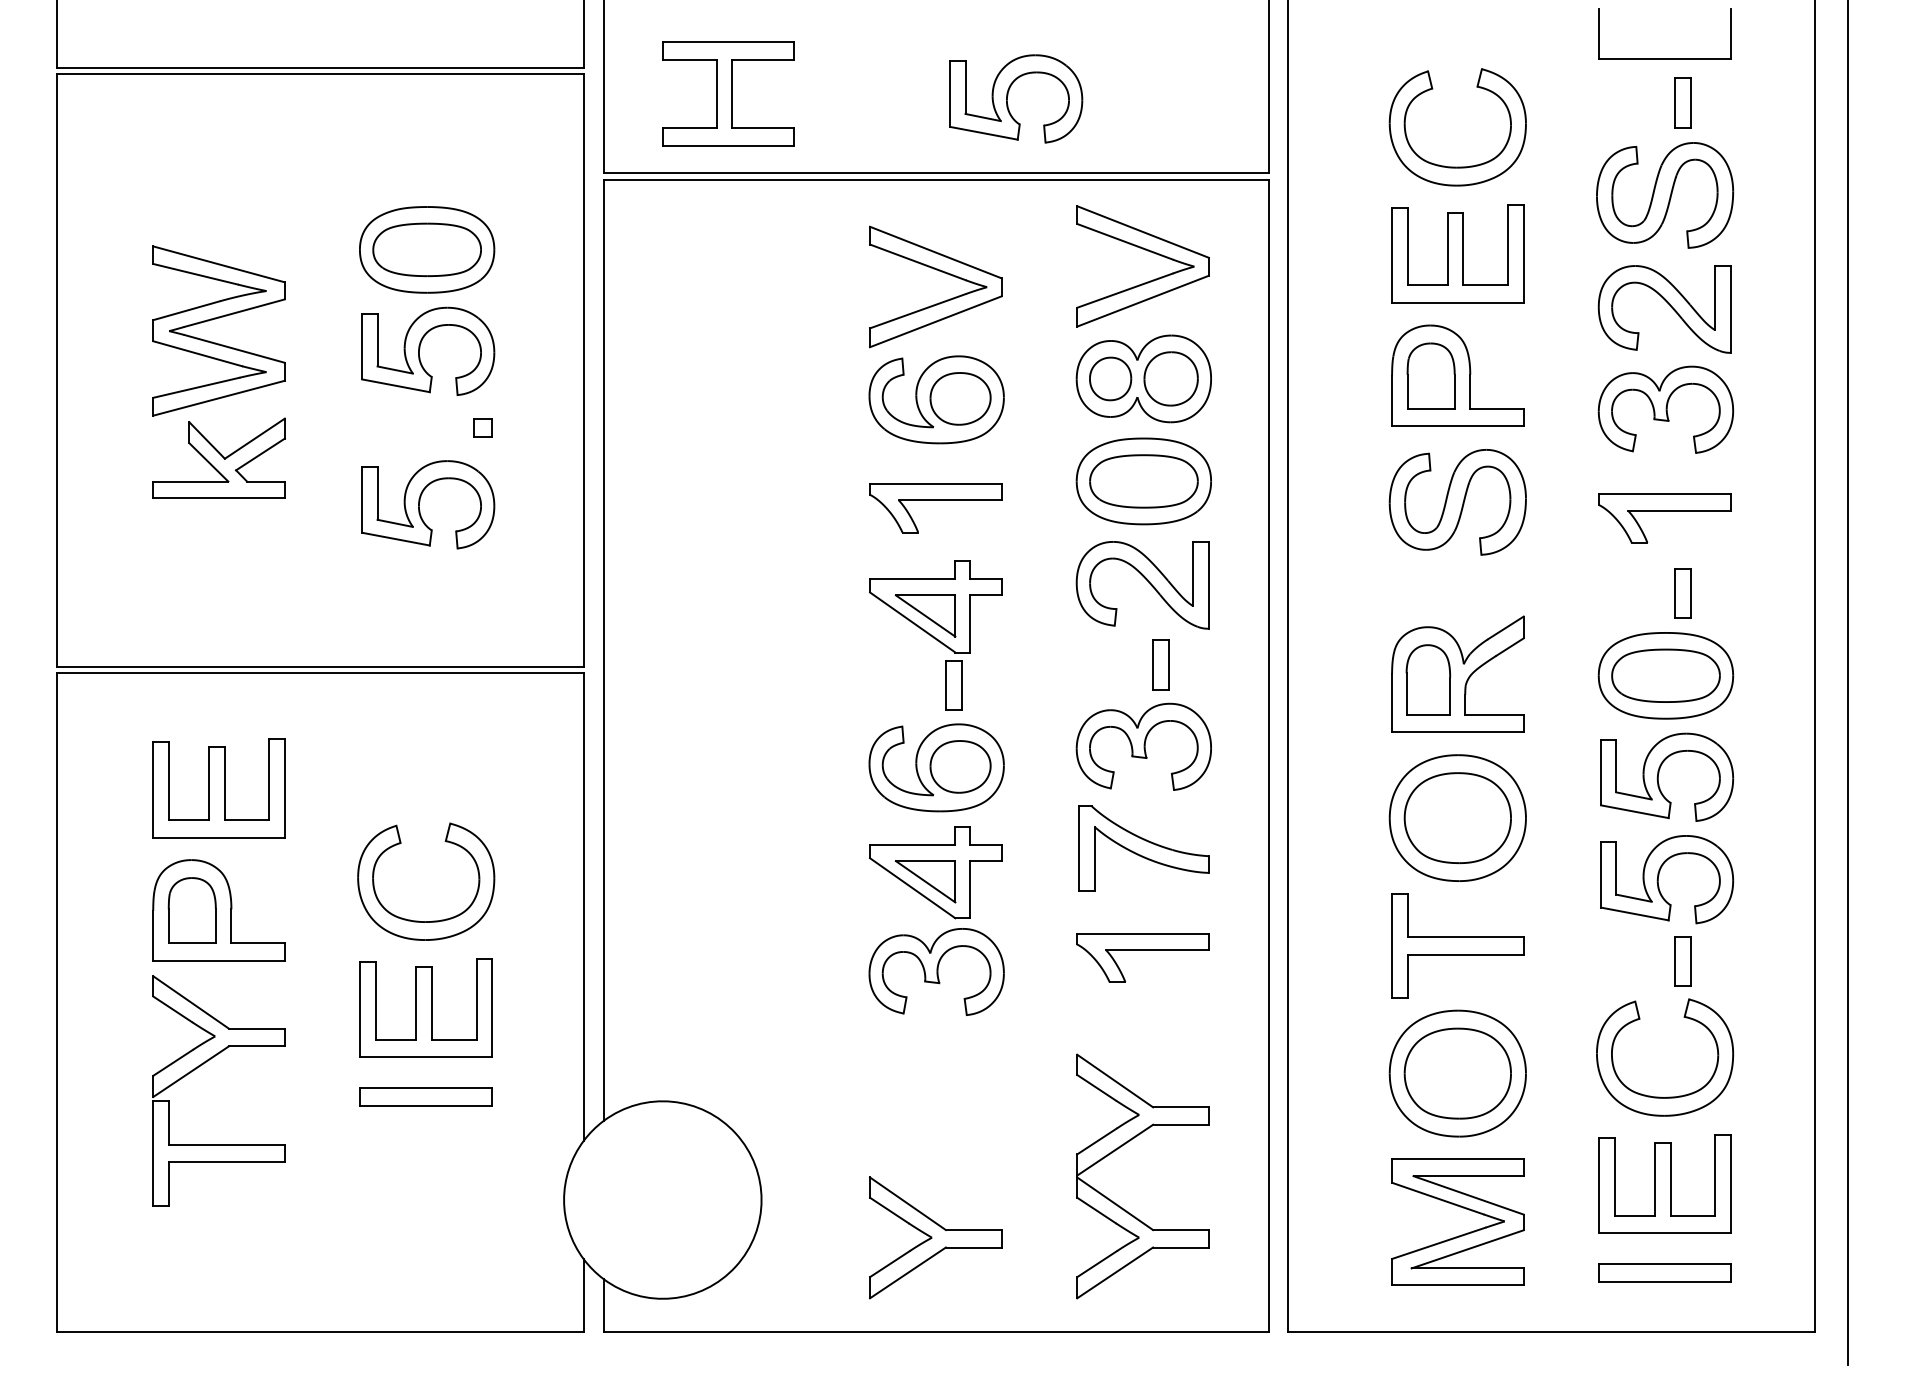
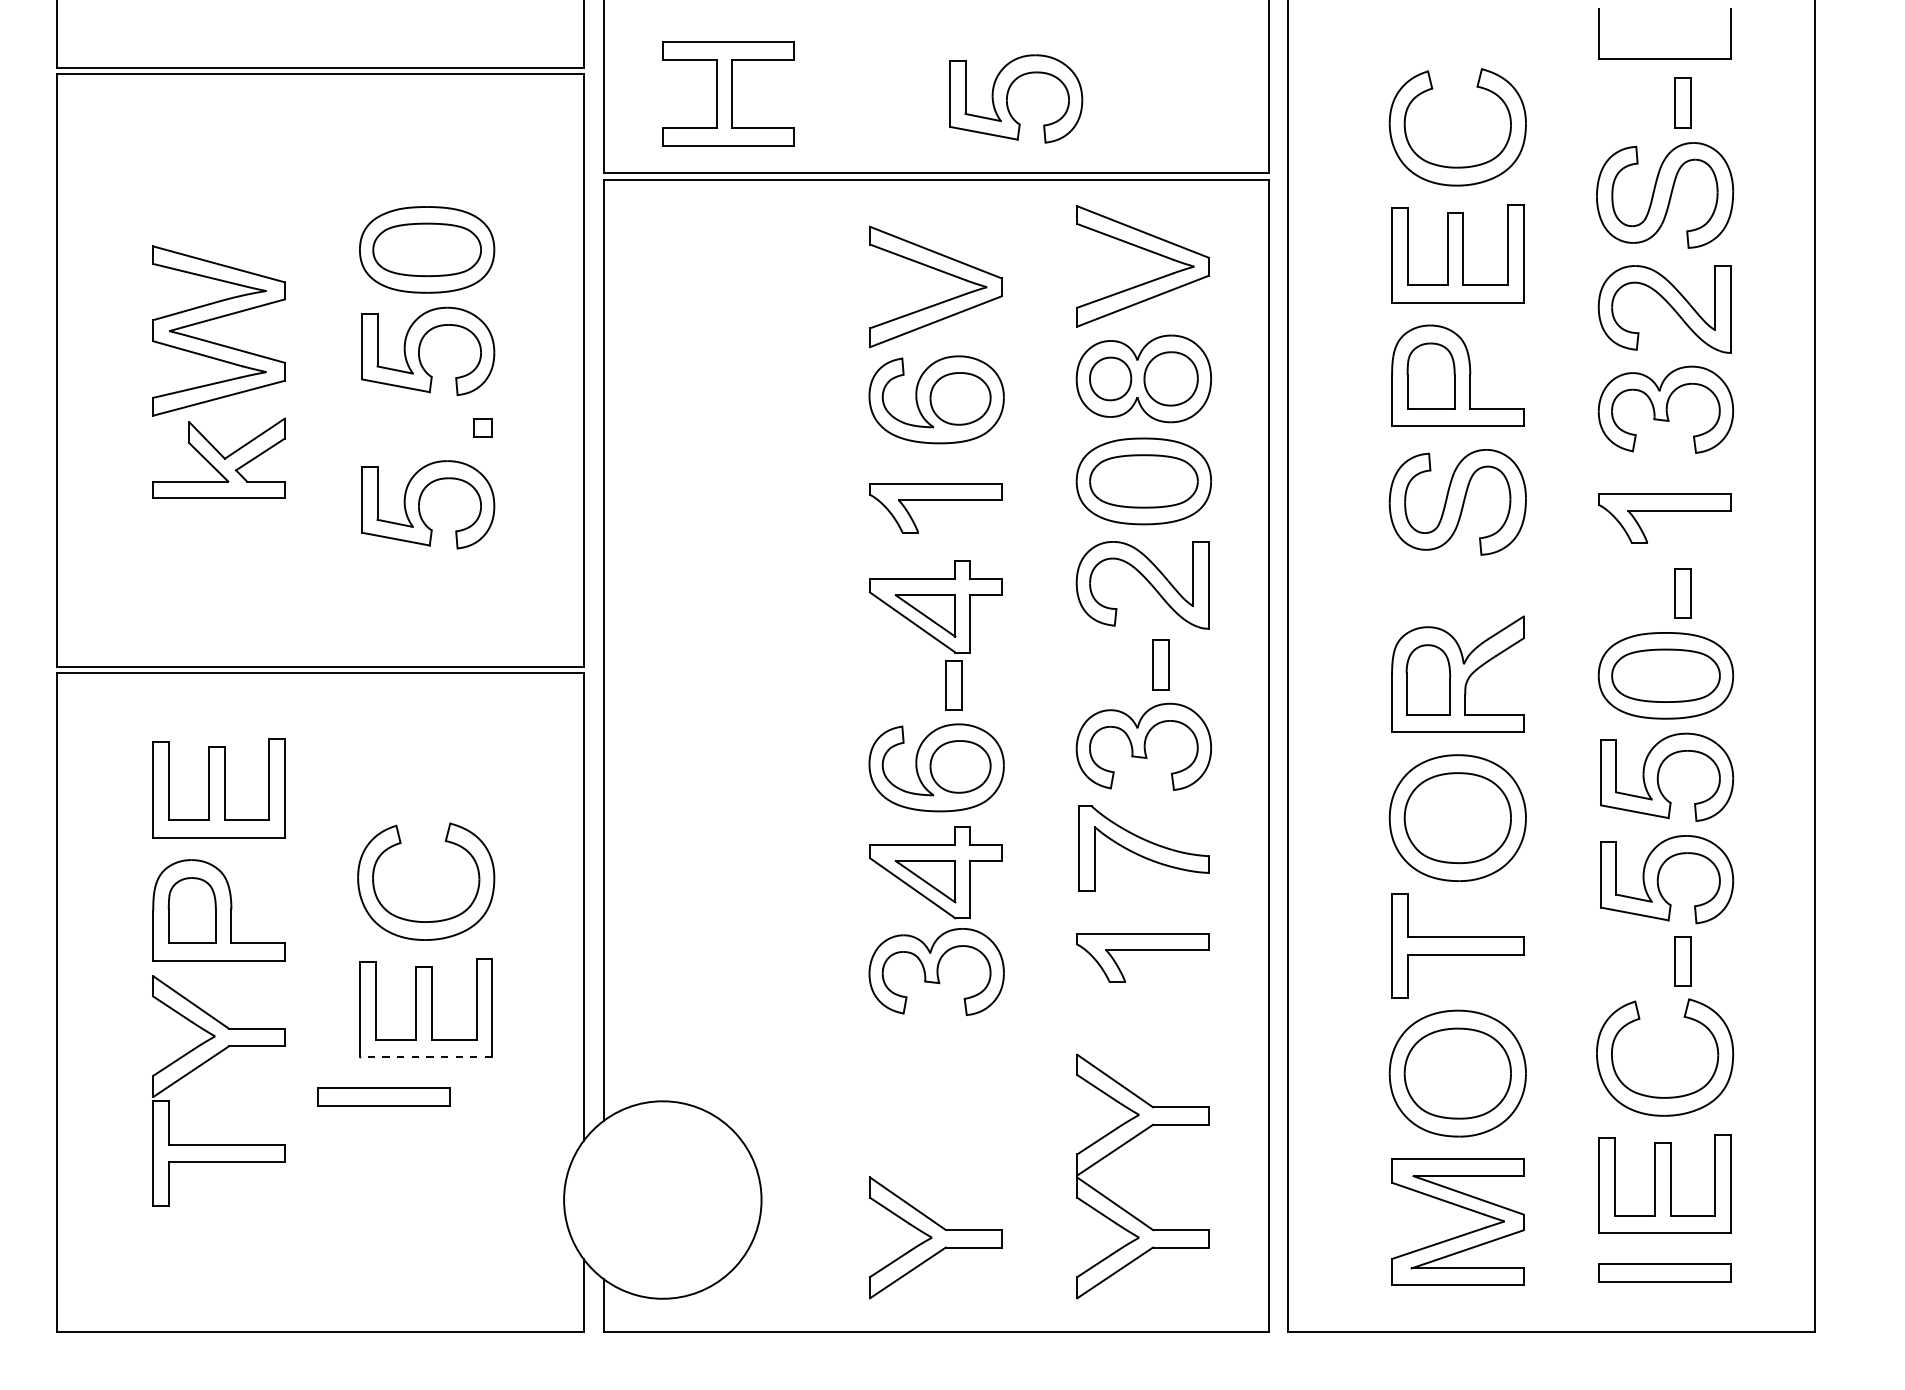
line at (1847, 683): present -> none
line at (426, 1057): solid -> dashed
part at (425, 1096) position: (425, 1096) -> (383, 1096)
